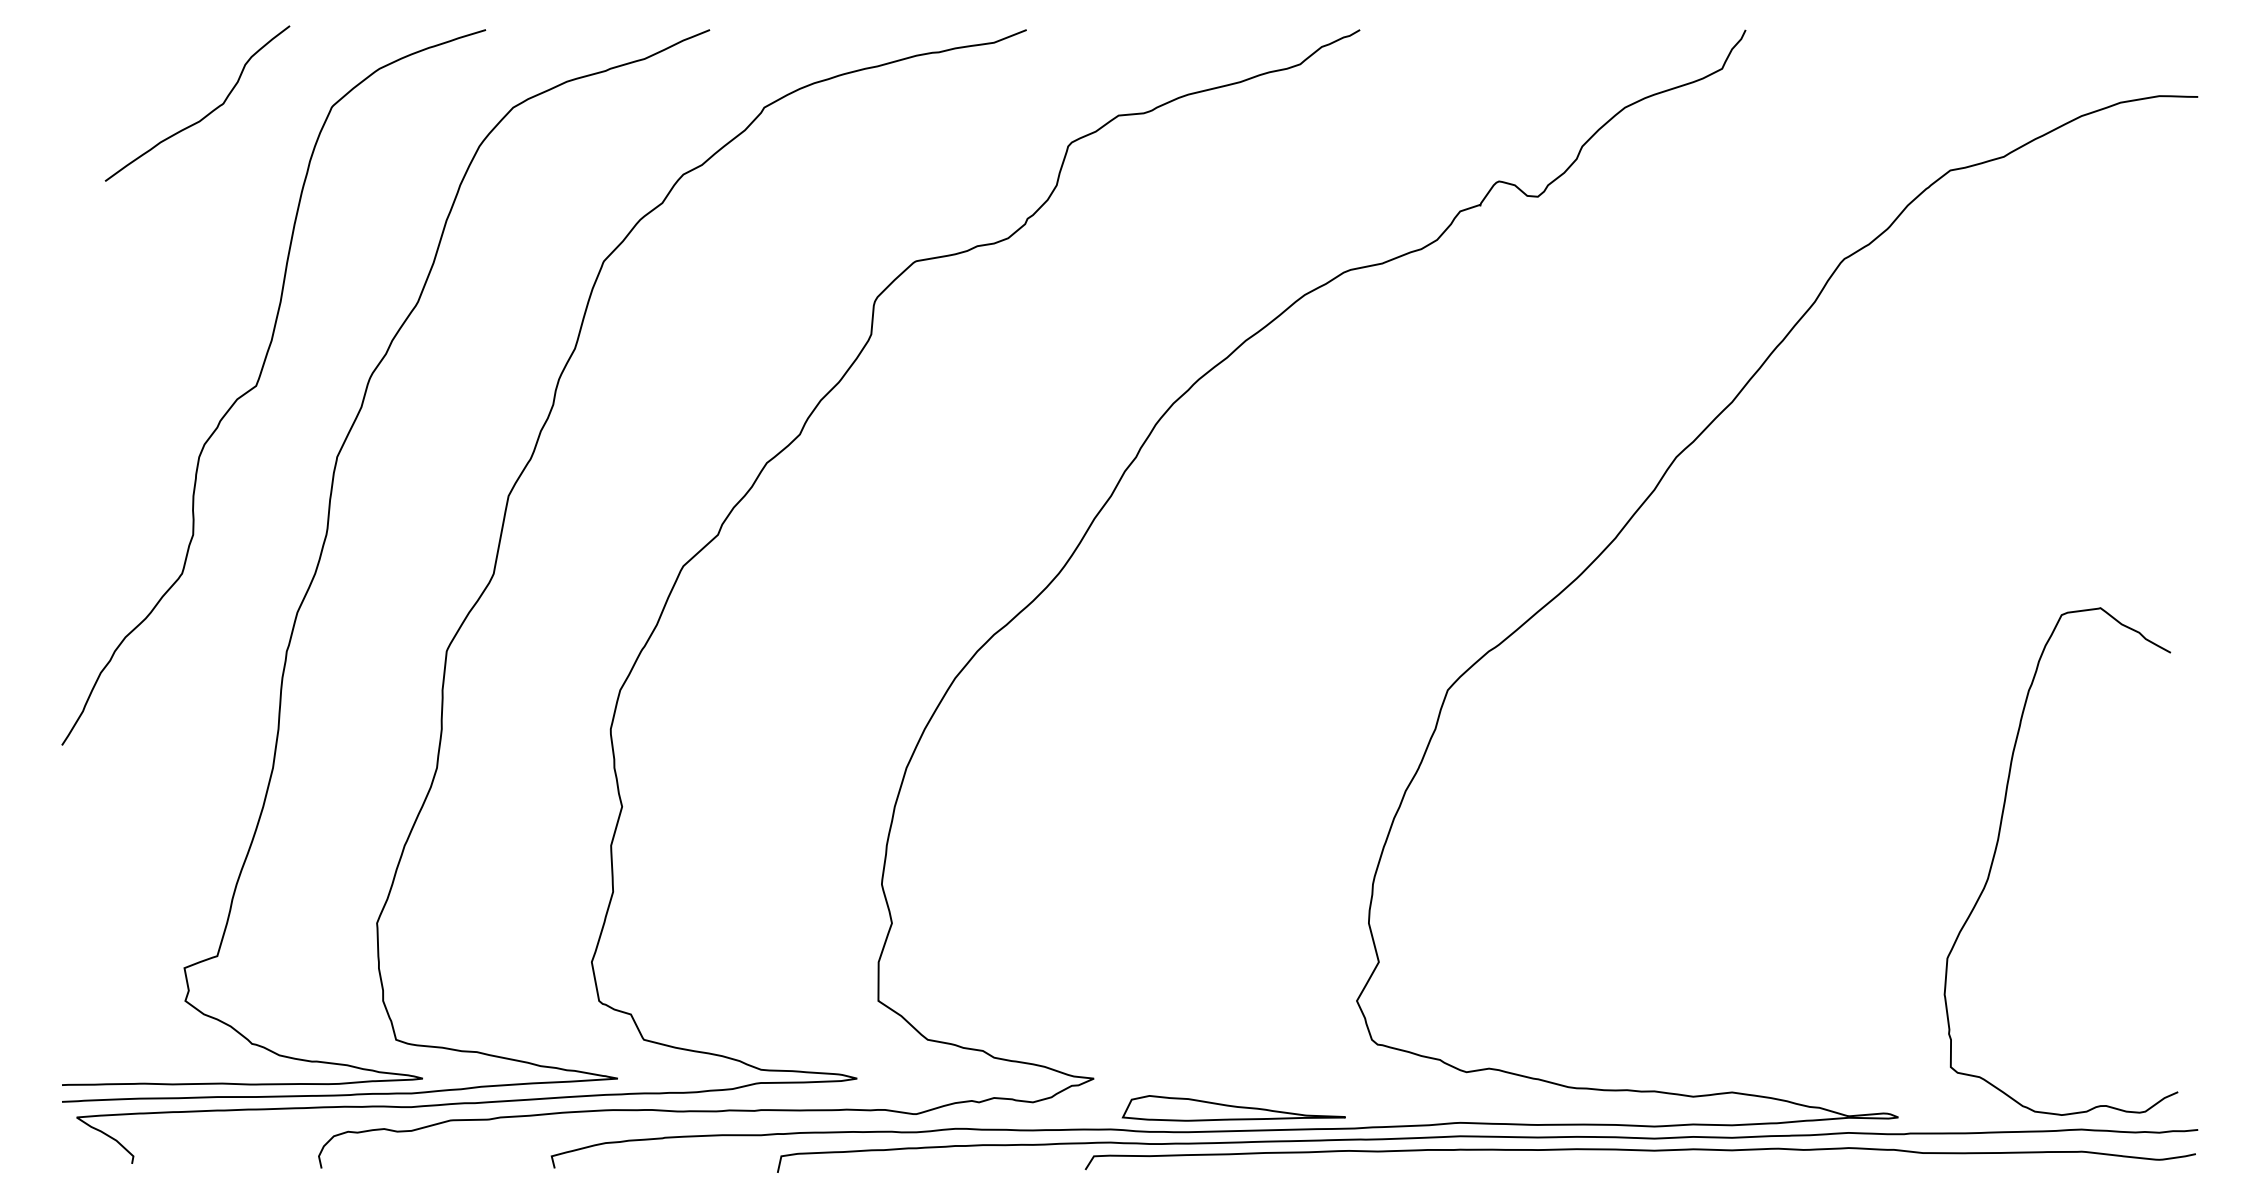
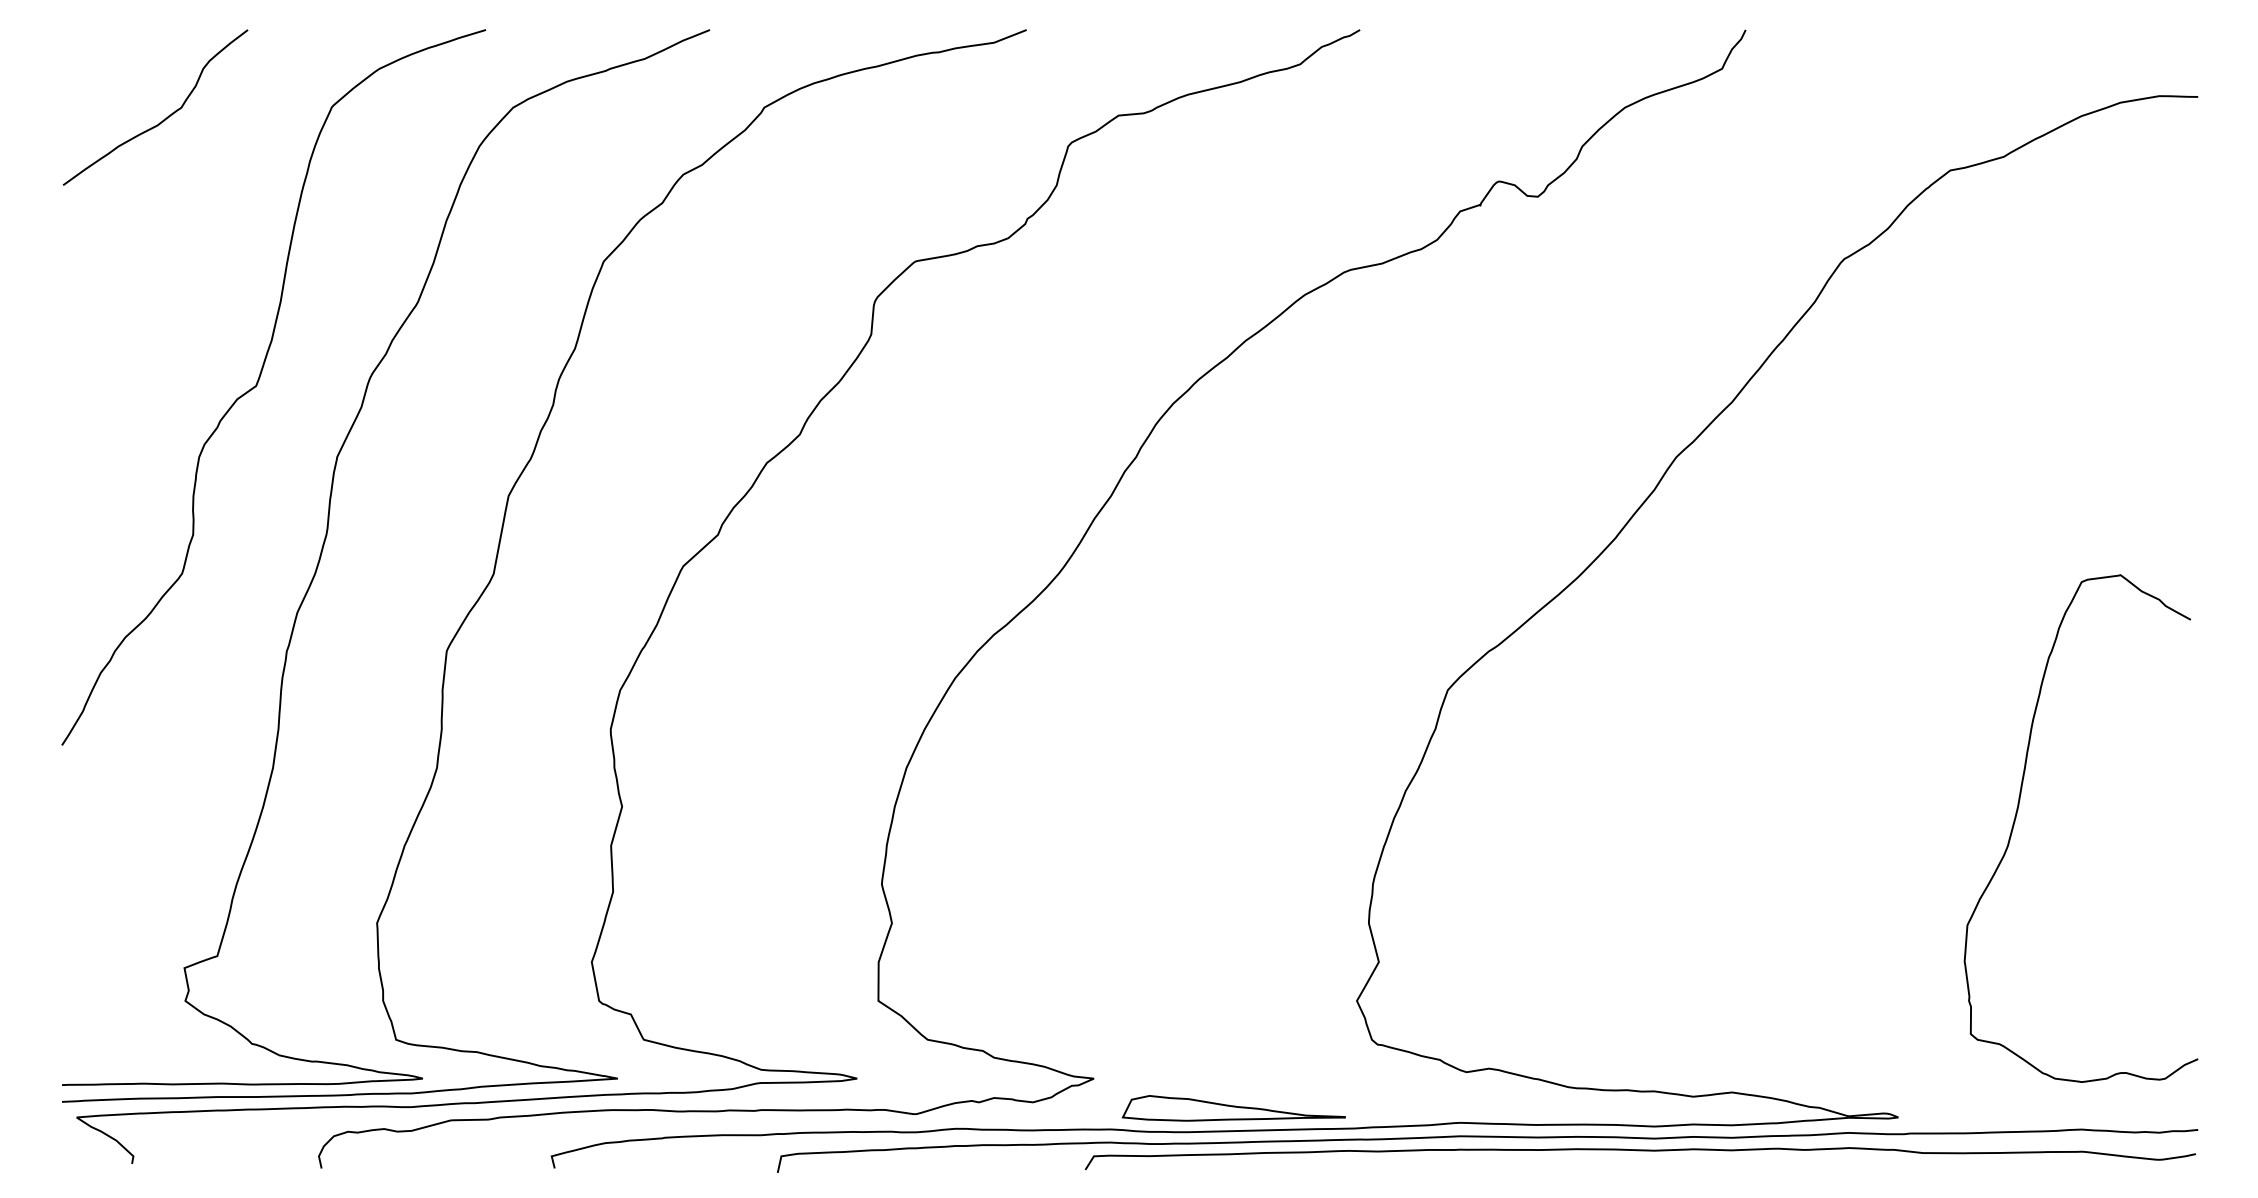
curve at (206, 114) position: (206, 114) -> (164, 118)
curve at (1997, 847) position: (1997, 847) -> (2017, 814)
